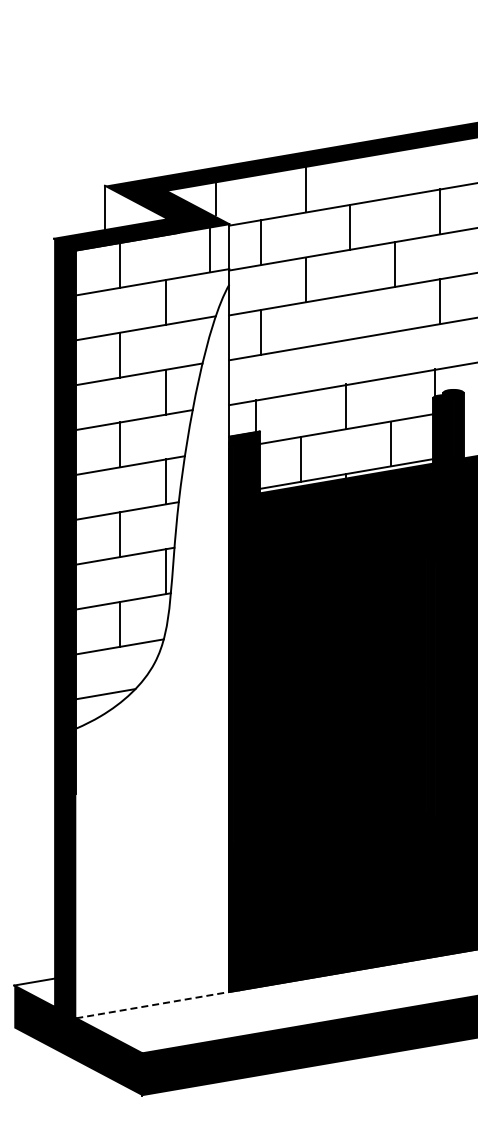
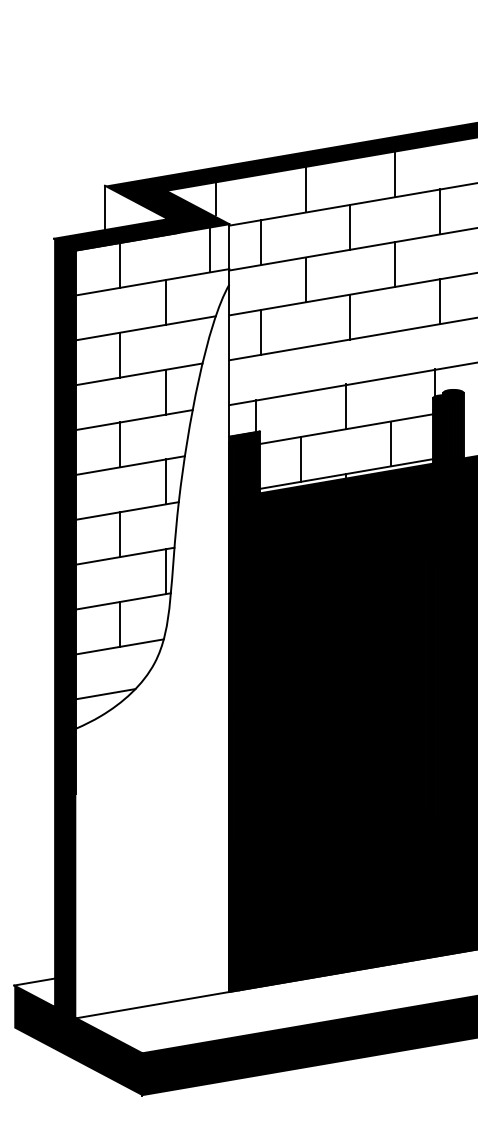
line at (395, 173): none -> present
line at (350, 316): none -> present
line at (152, 1005): dashed -> solid
